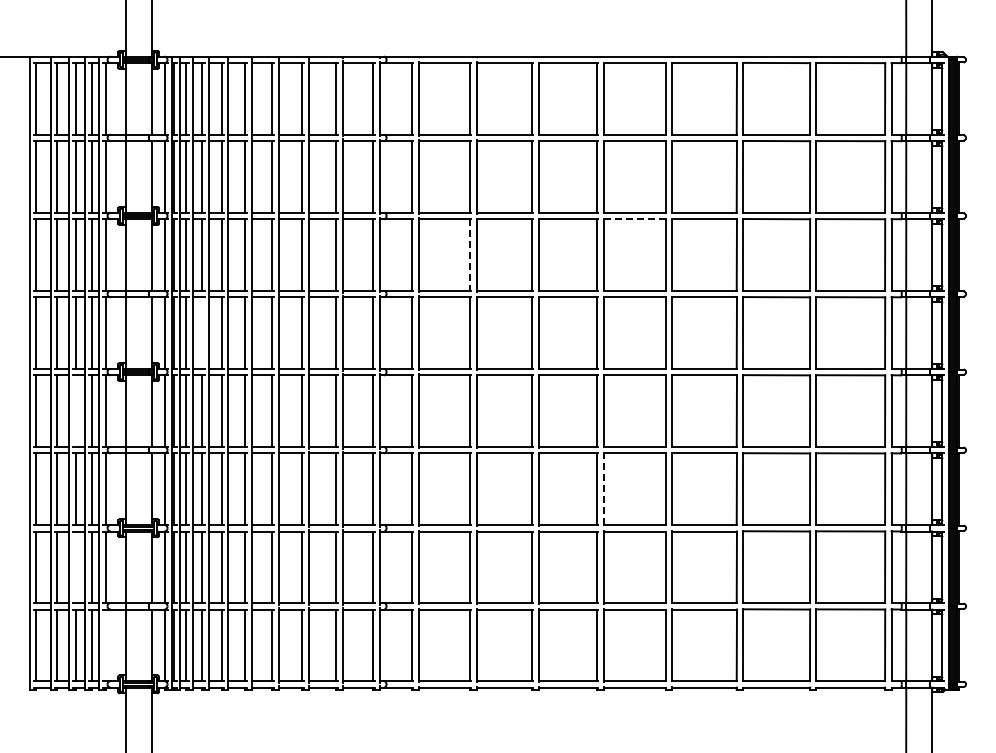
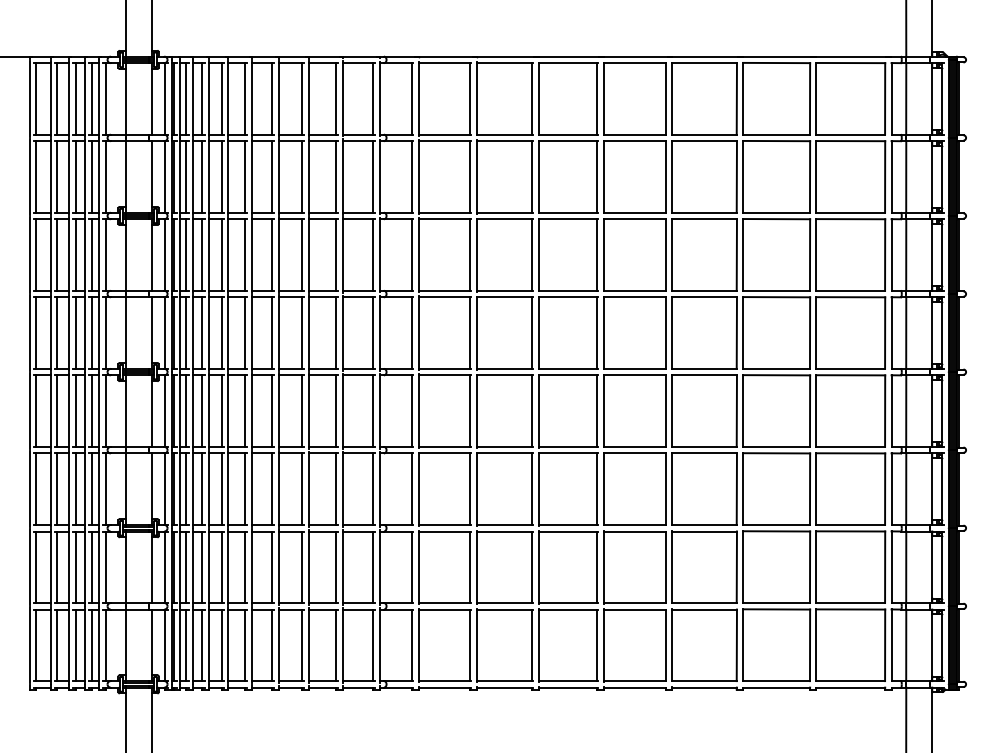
line at (635, 219): dashed -> solid
line at (470, 255): dashed -> solid
line at (202, 332): none -> present
line at (75, 410): none -> present
line at (603, 488): dashed -> solid
line at (75, 567): none -> present
line at (105, 645): none -> present
